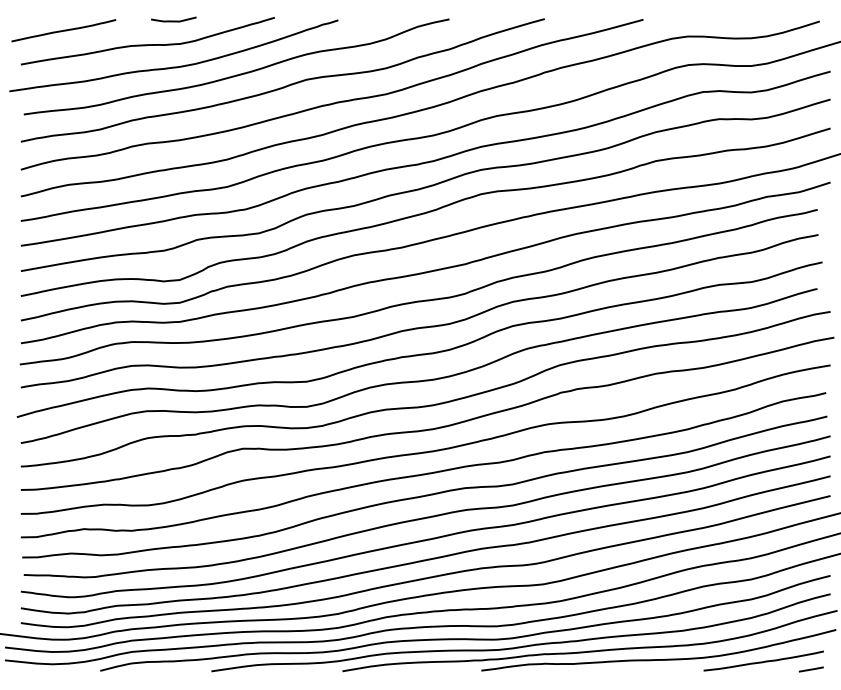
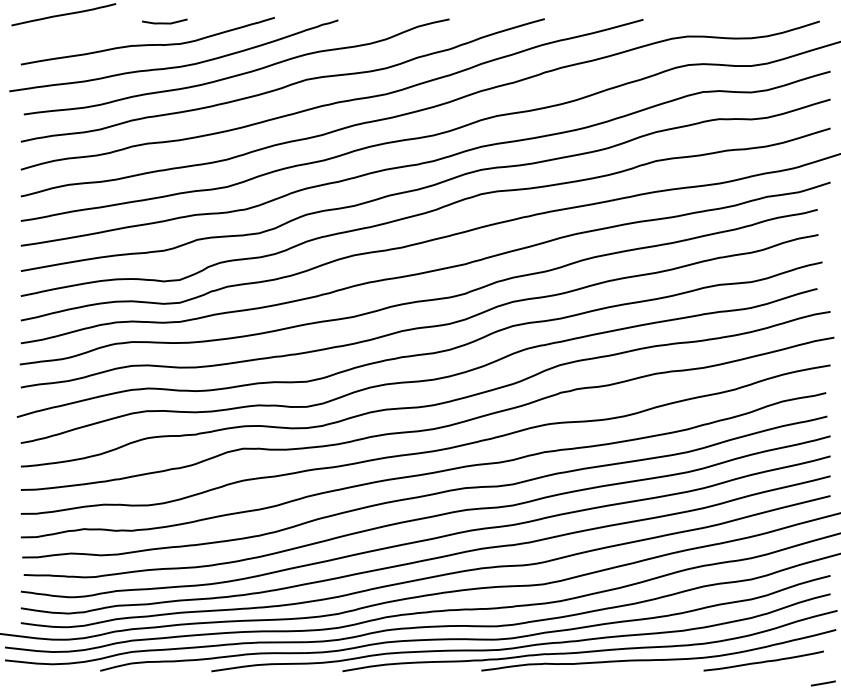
line at (173, 20) position: (173, 20) -> (164, 22)
line at (63, 30) position: (63, 30) -> (63, 14)
line at (810, 669) position: (810, 669) -> (822, 683)
